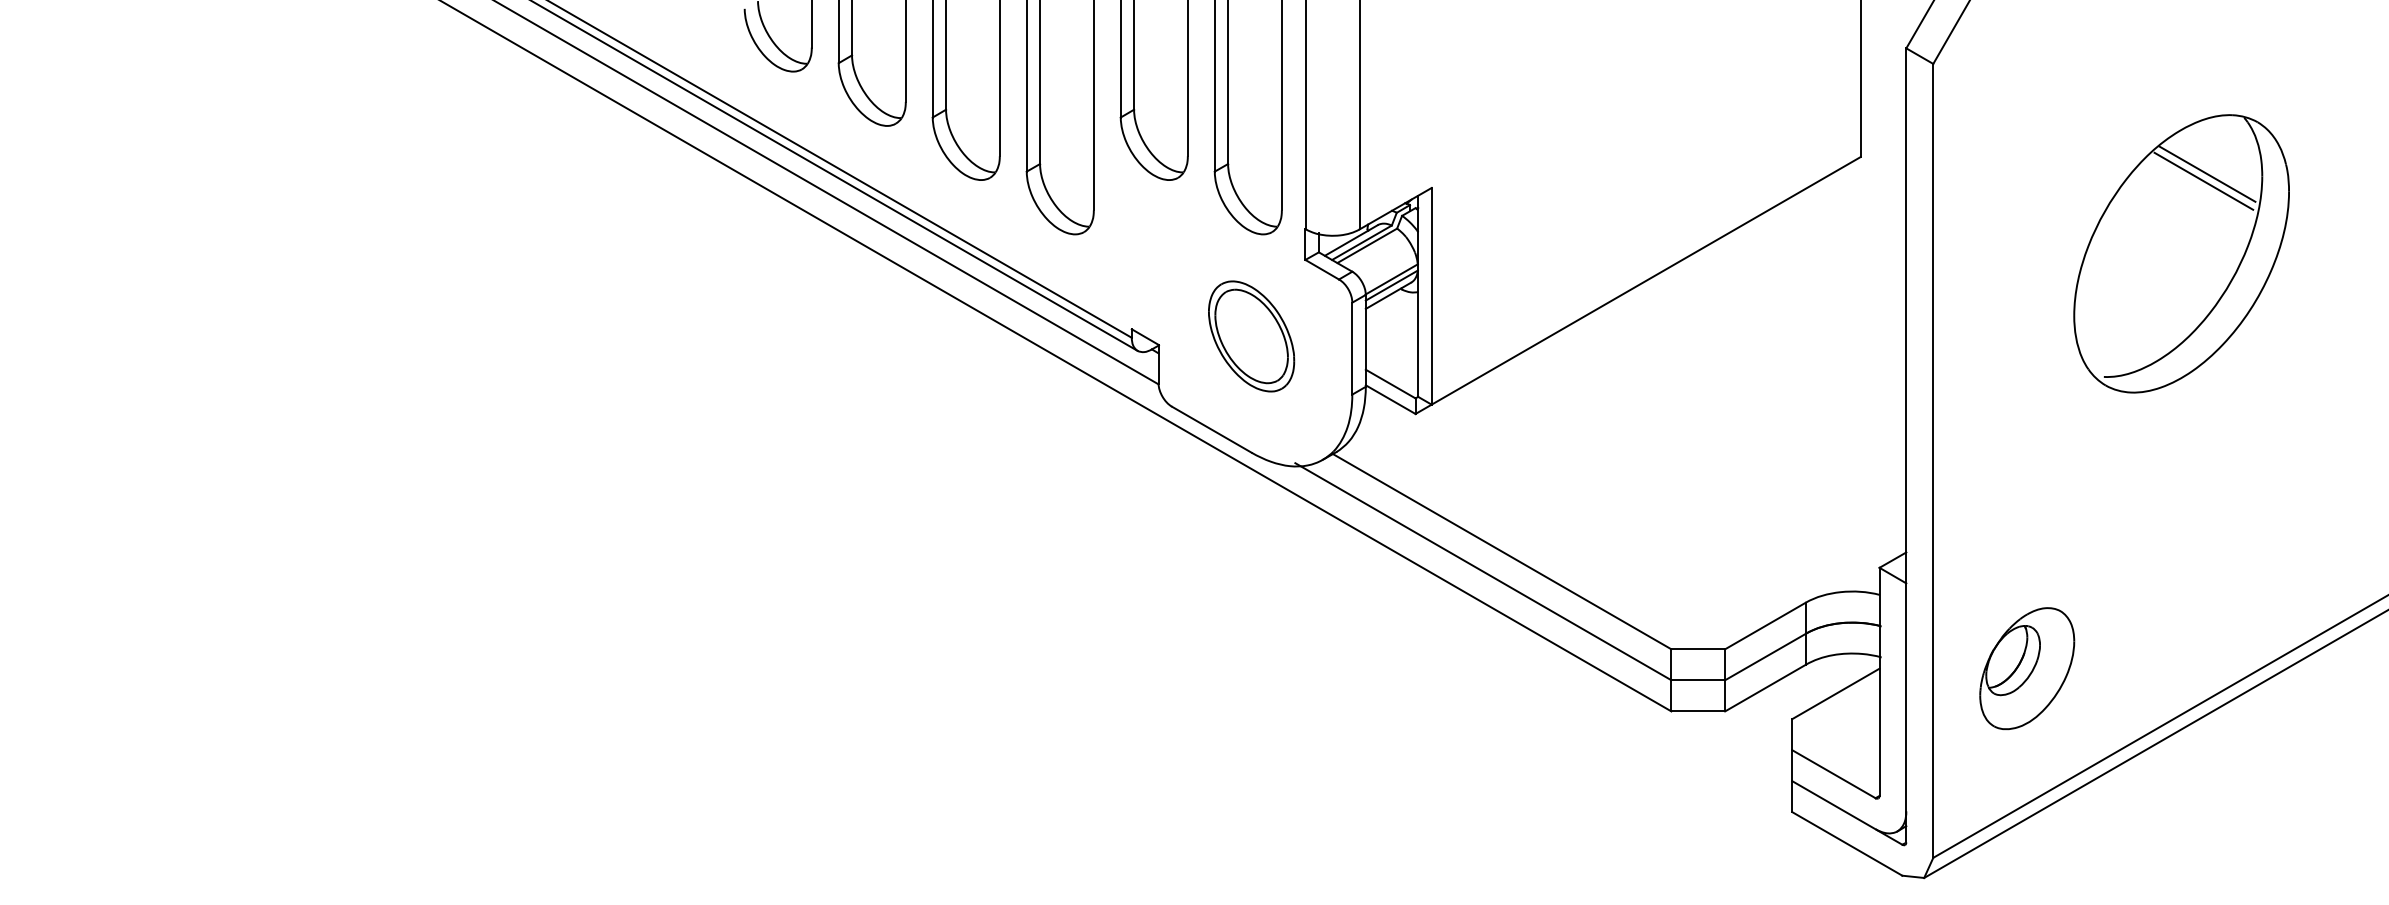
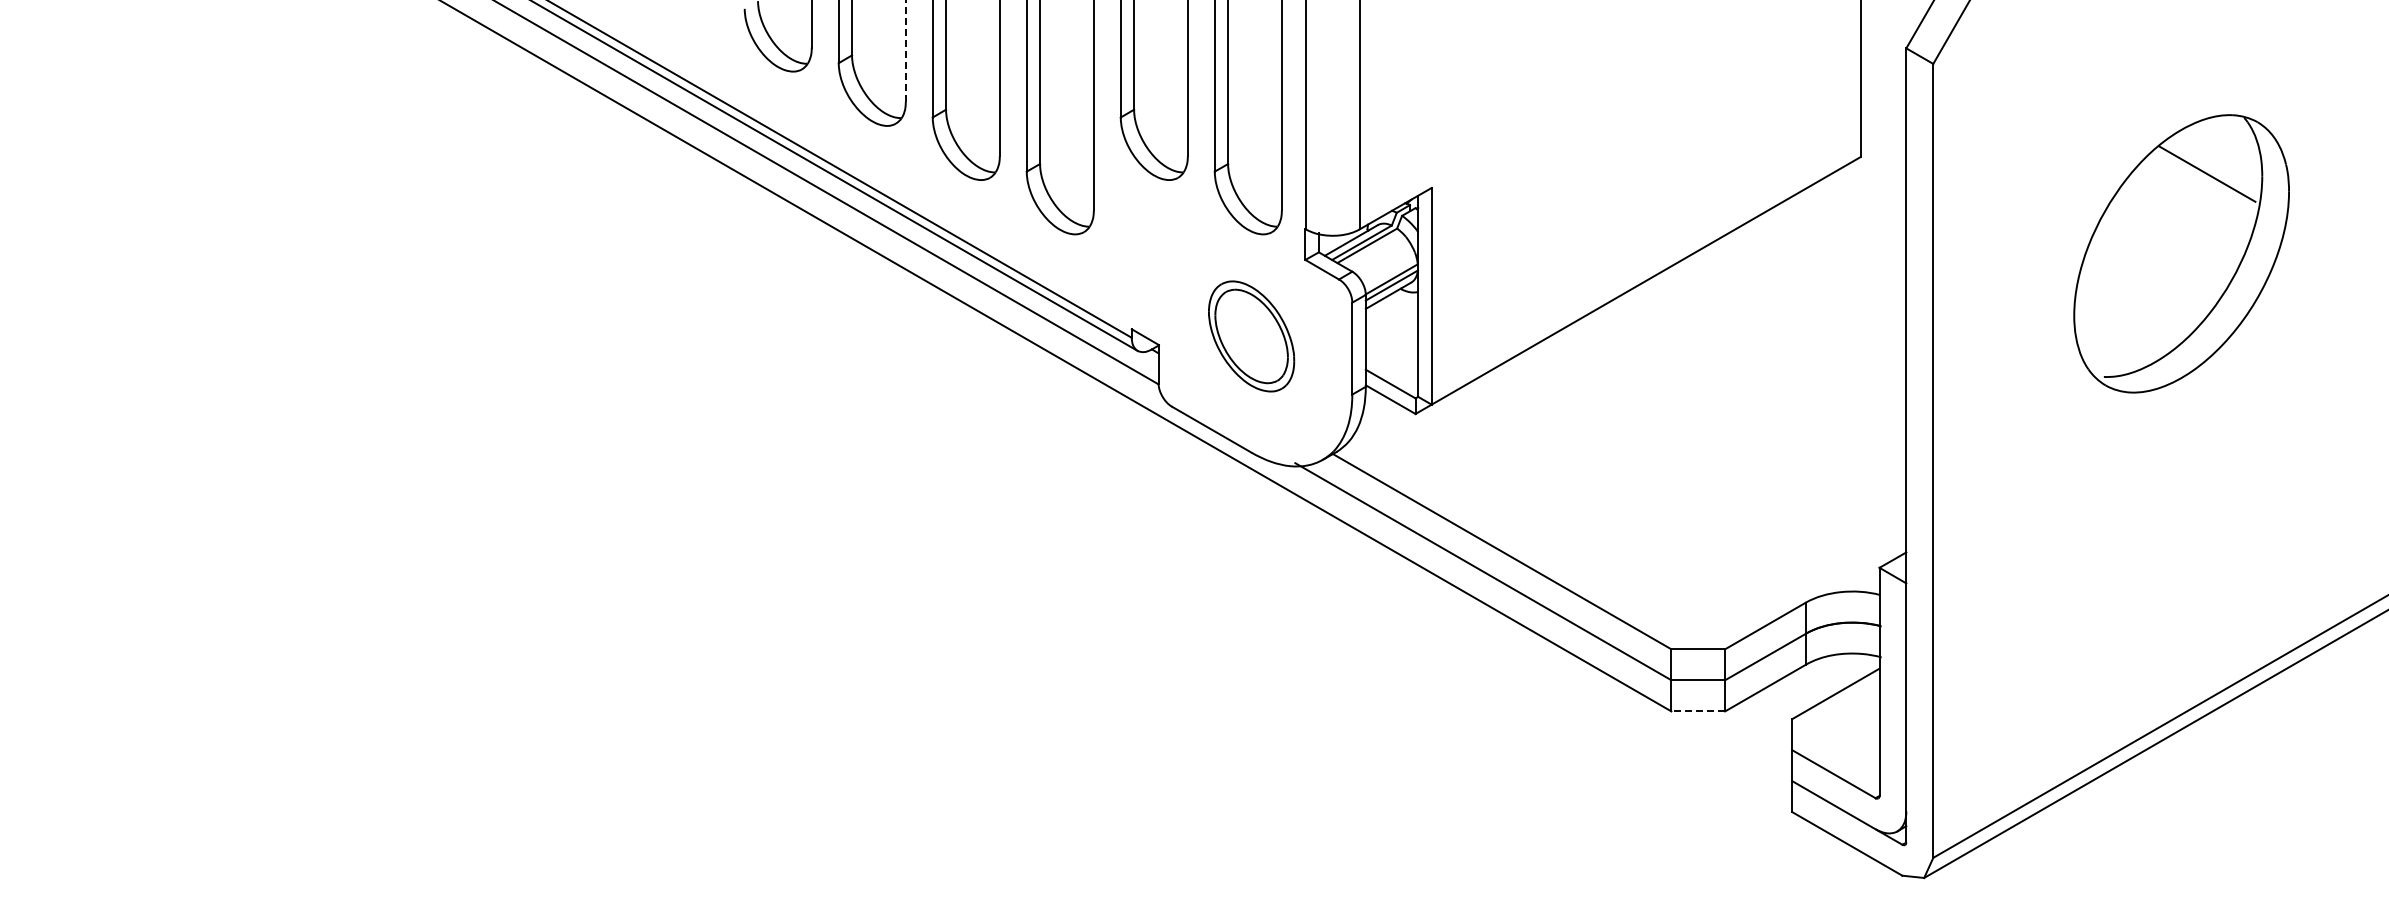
line at (905, 51): solid -> dashed
line at (2203, 180): present -> none
part at (2027, 668): present -> none
line at (1698, 711): solid -> dashed
